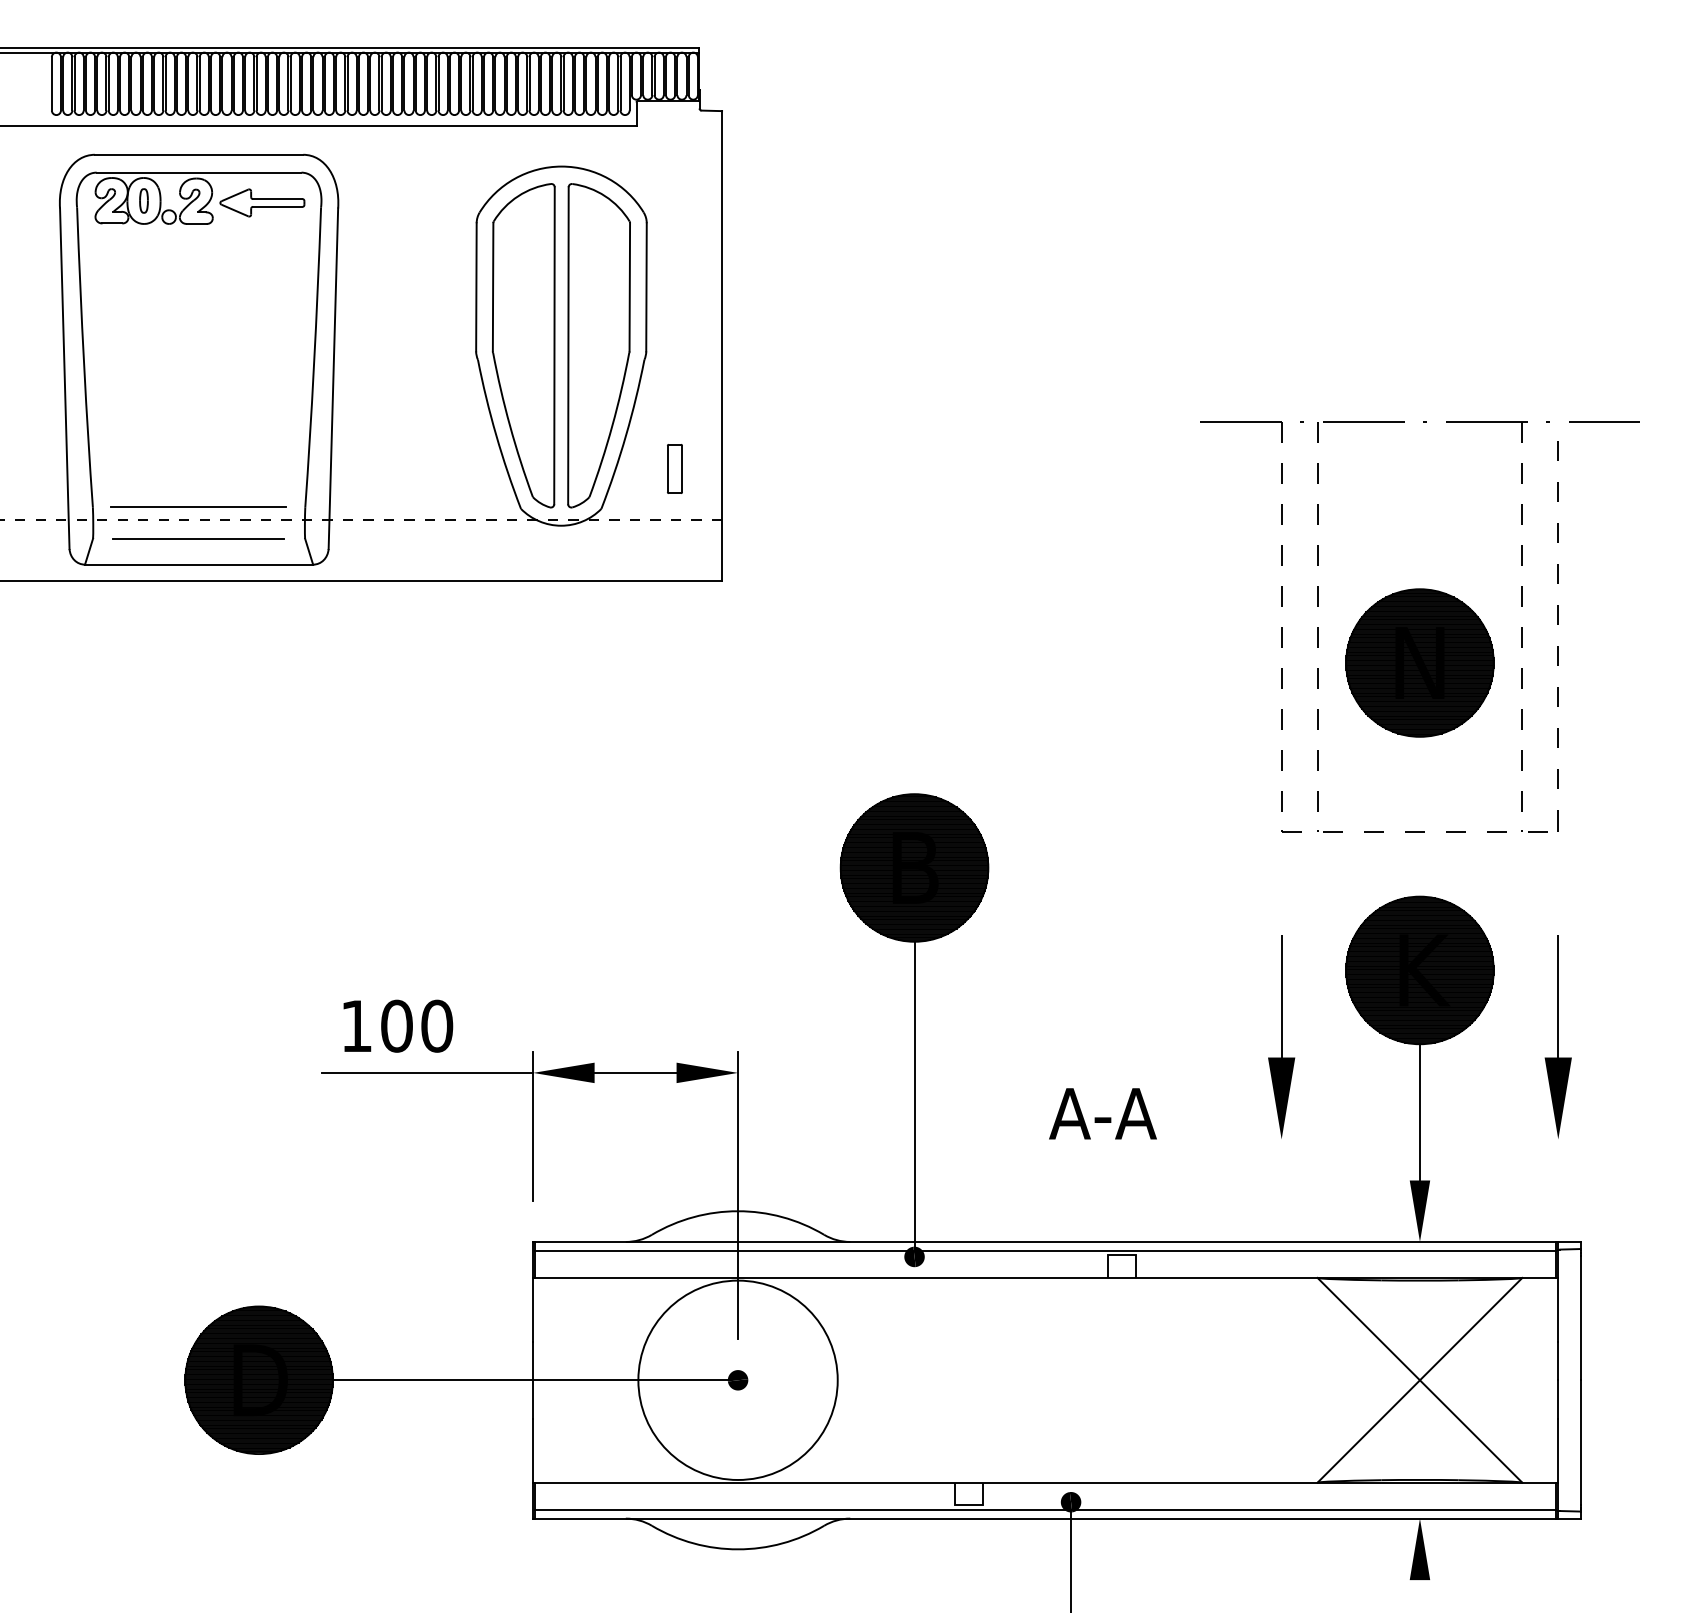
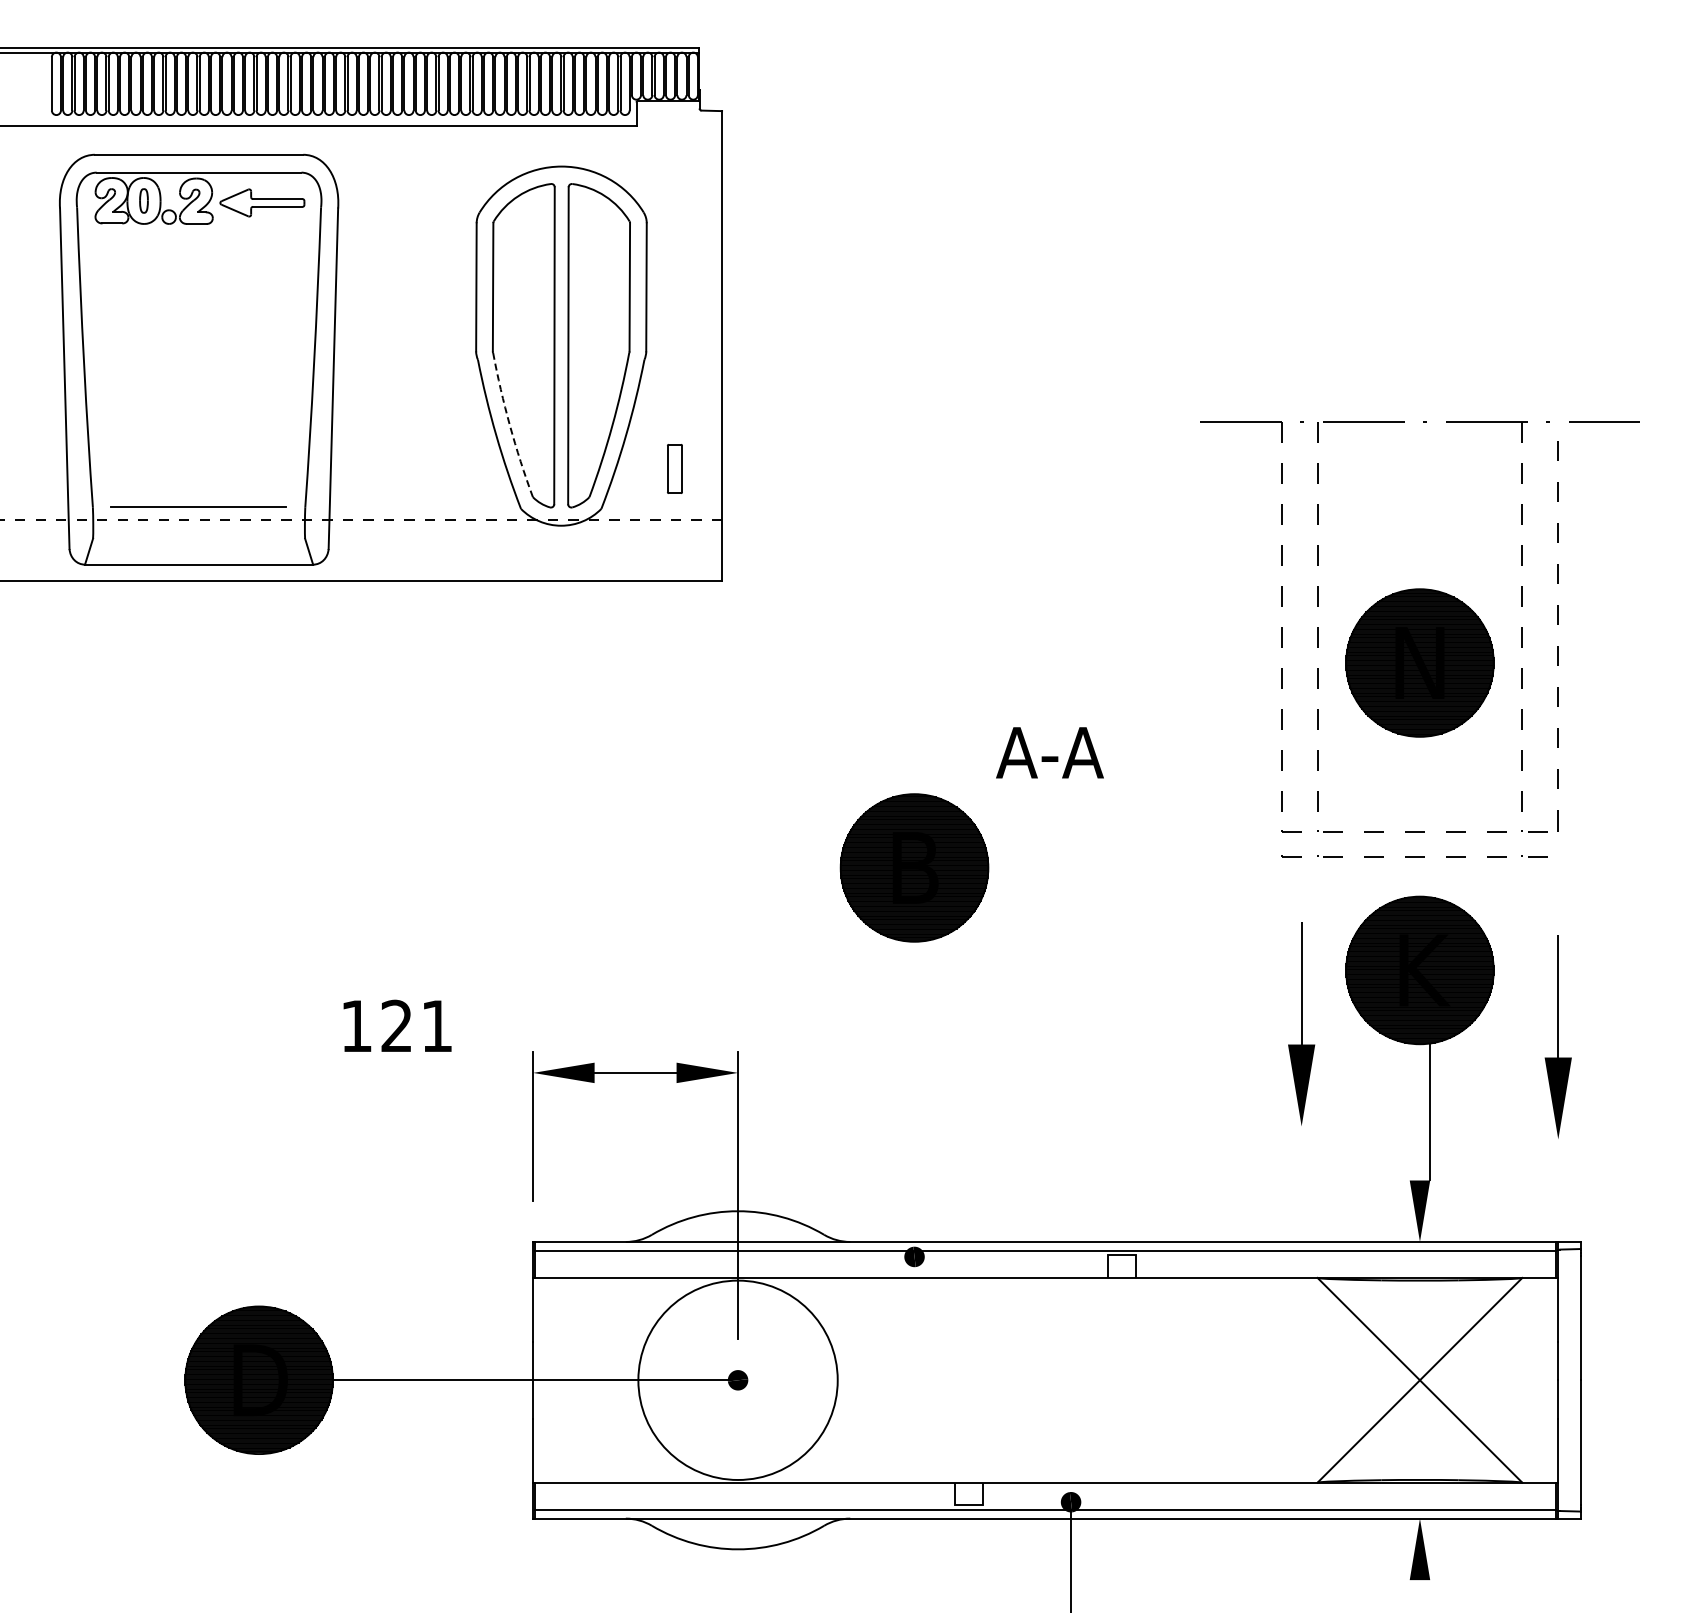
arc at (510, 425): solid -> dashed
line at (198, 538): present -> none
part at (1414, 856): none -> present
text at (417, 1025): 100 -> 121
part at (1281, 1036) position: (1281, 1036) -> (1301, 1023)
line at (427, 1072): present -> none
line at (914, 1094): present -> none
line at (1419, 1112) position: (1419, 1112) -> (1429, 1112)
text at (1102, 1113) position: (1102, 1113) -> (1049, 752)
